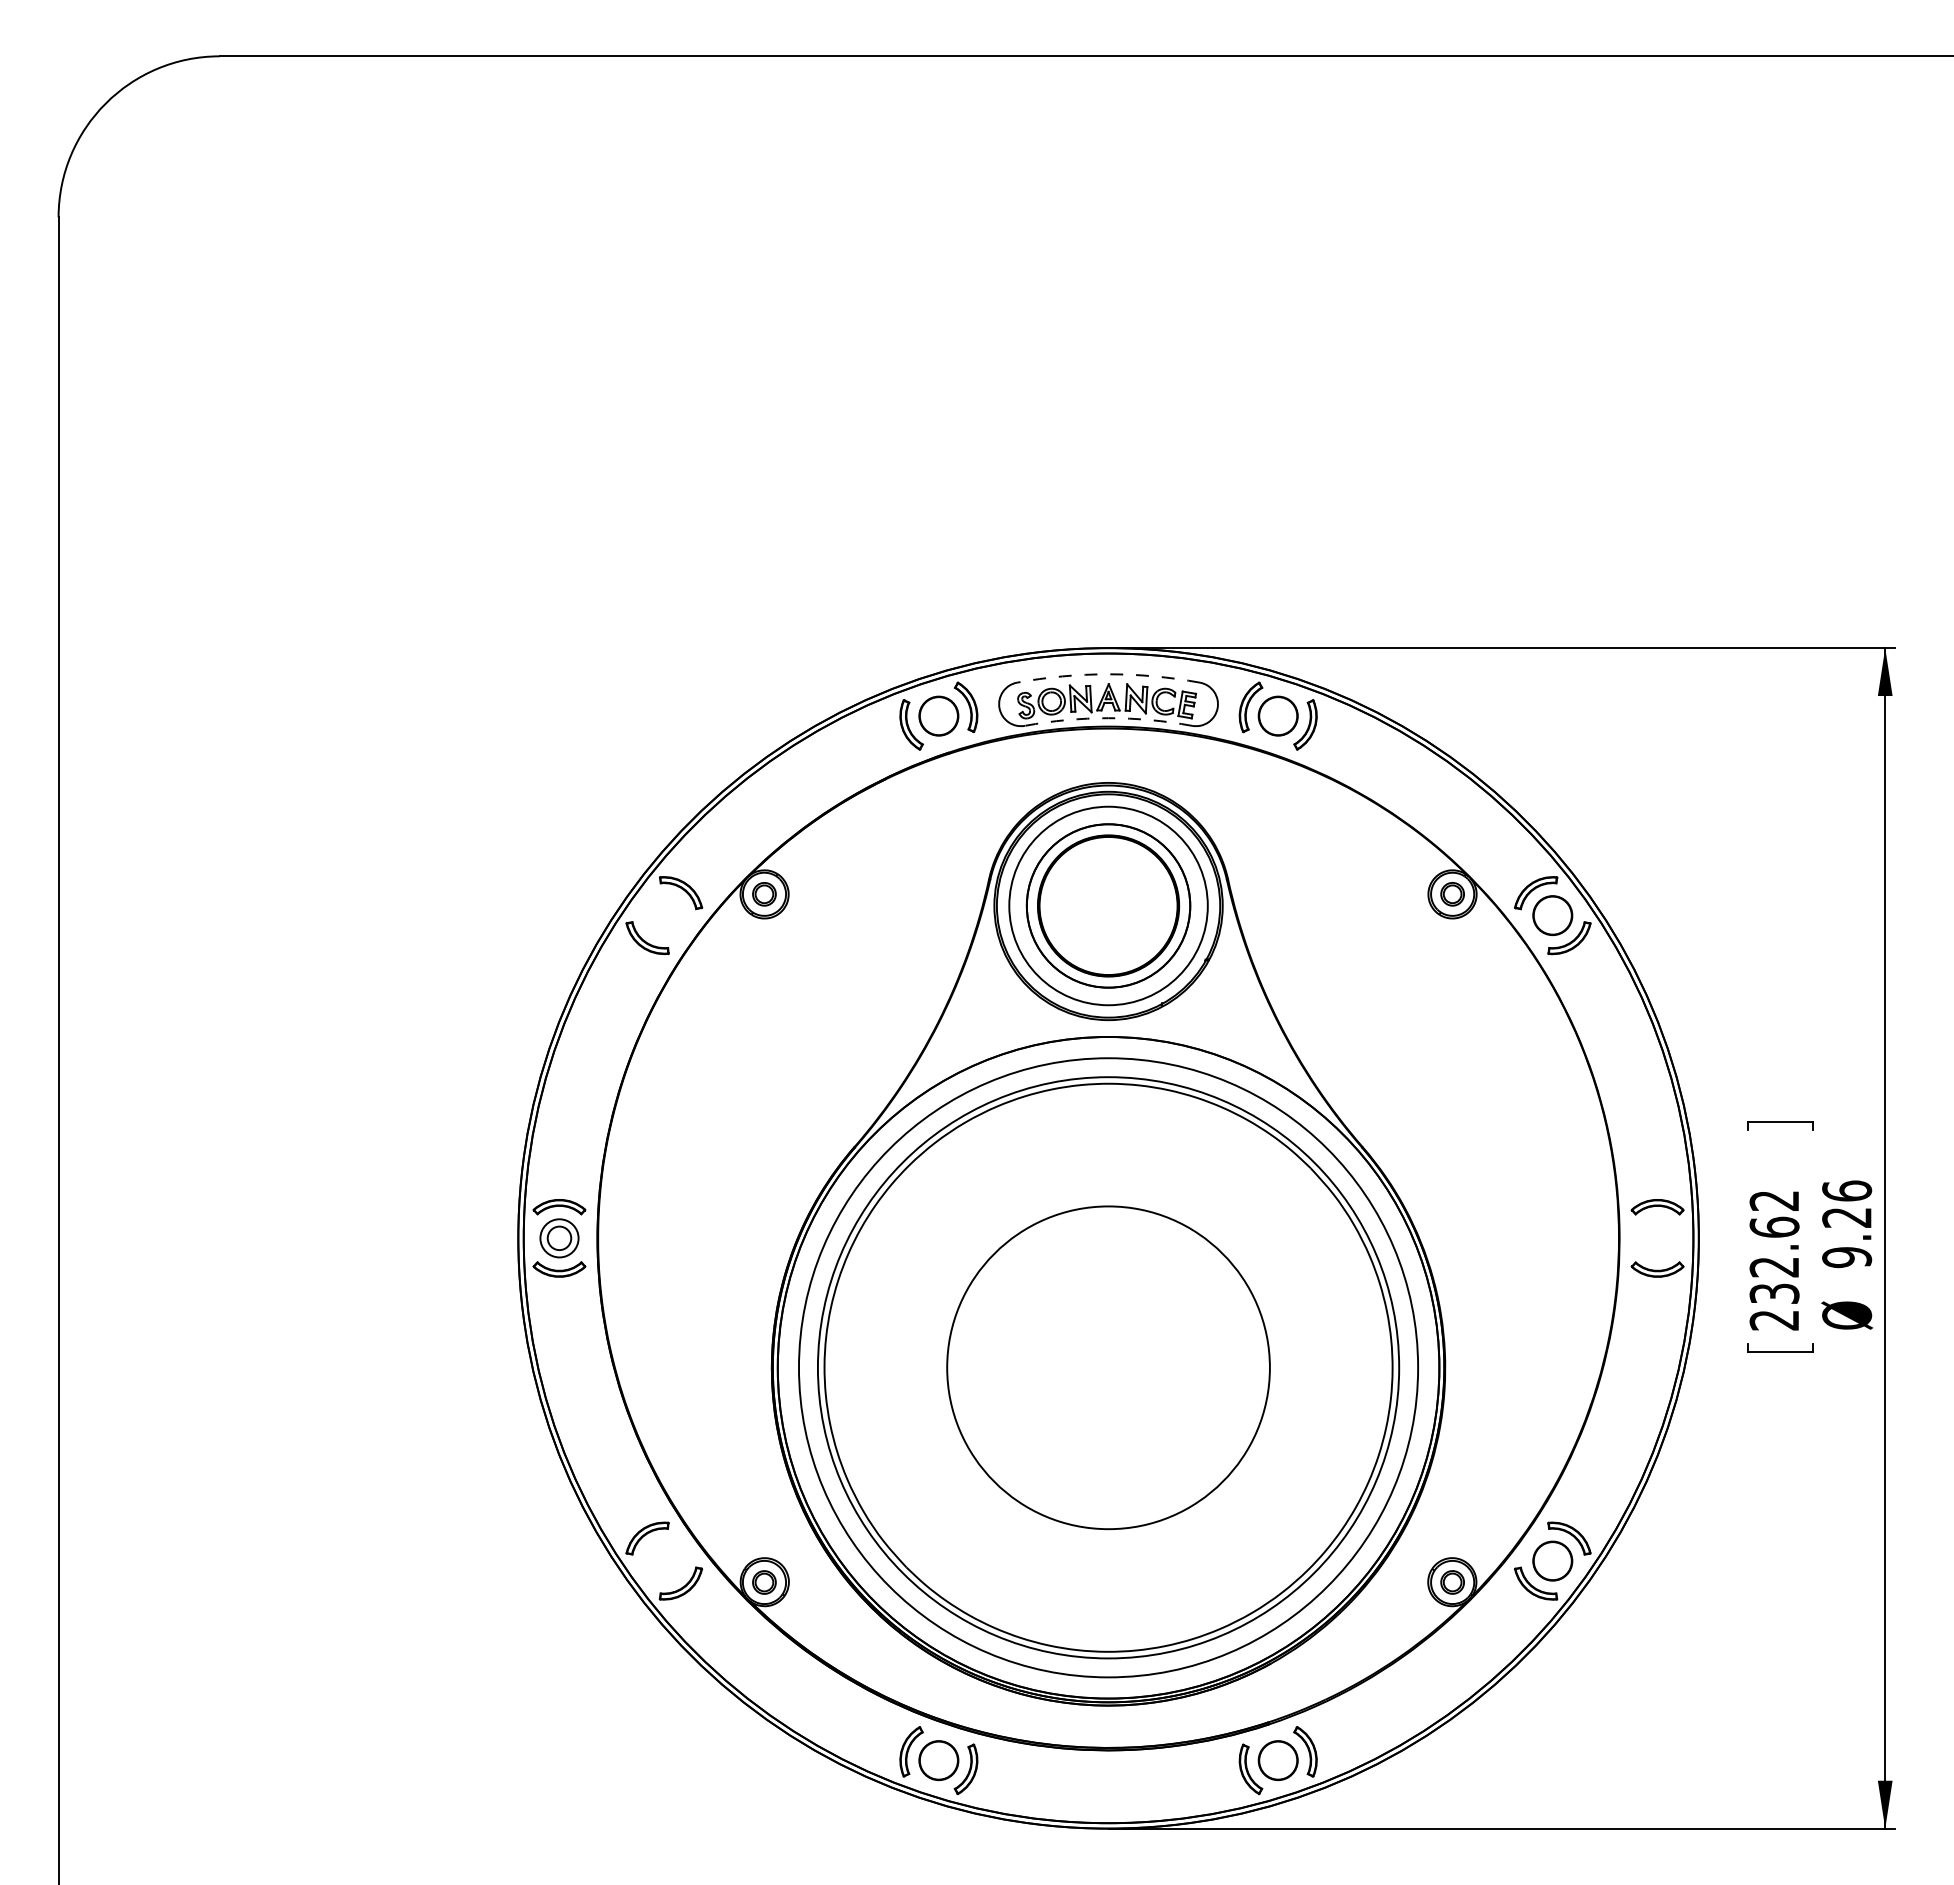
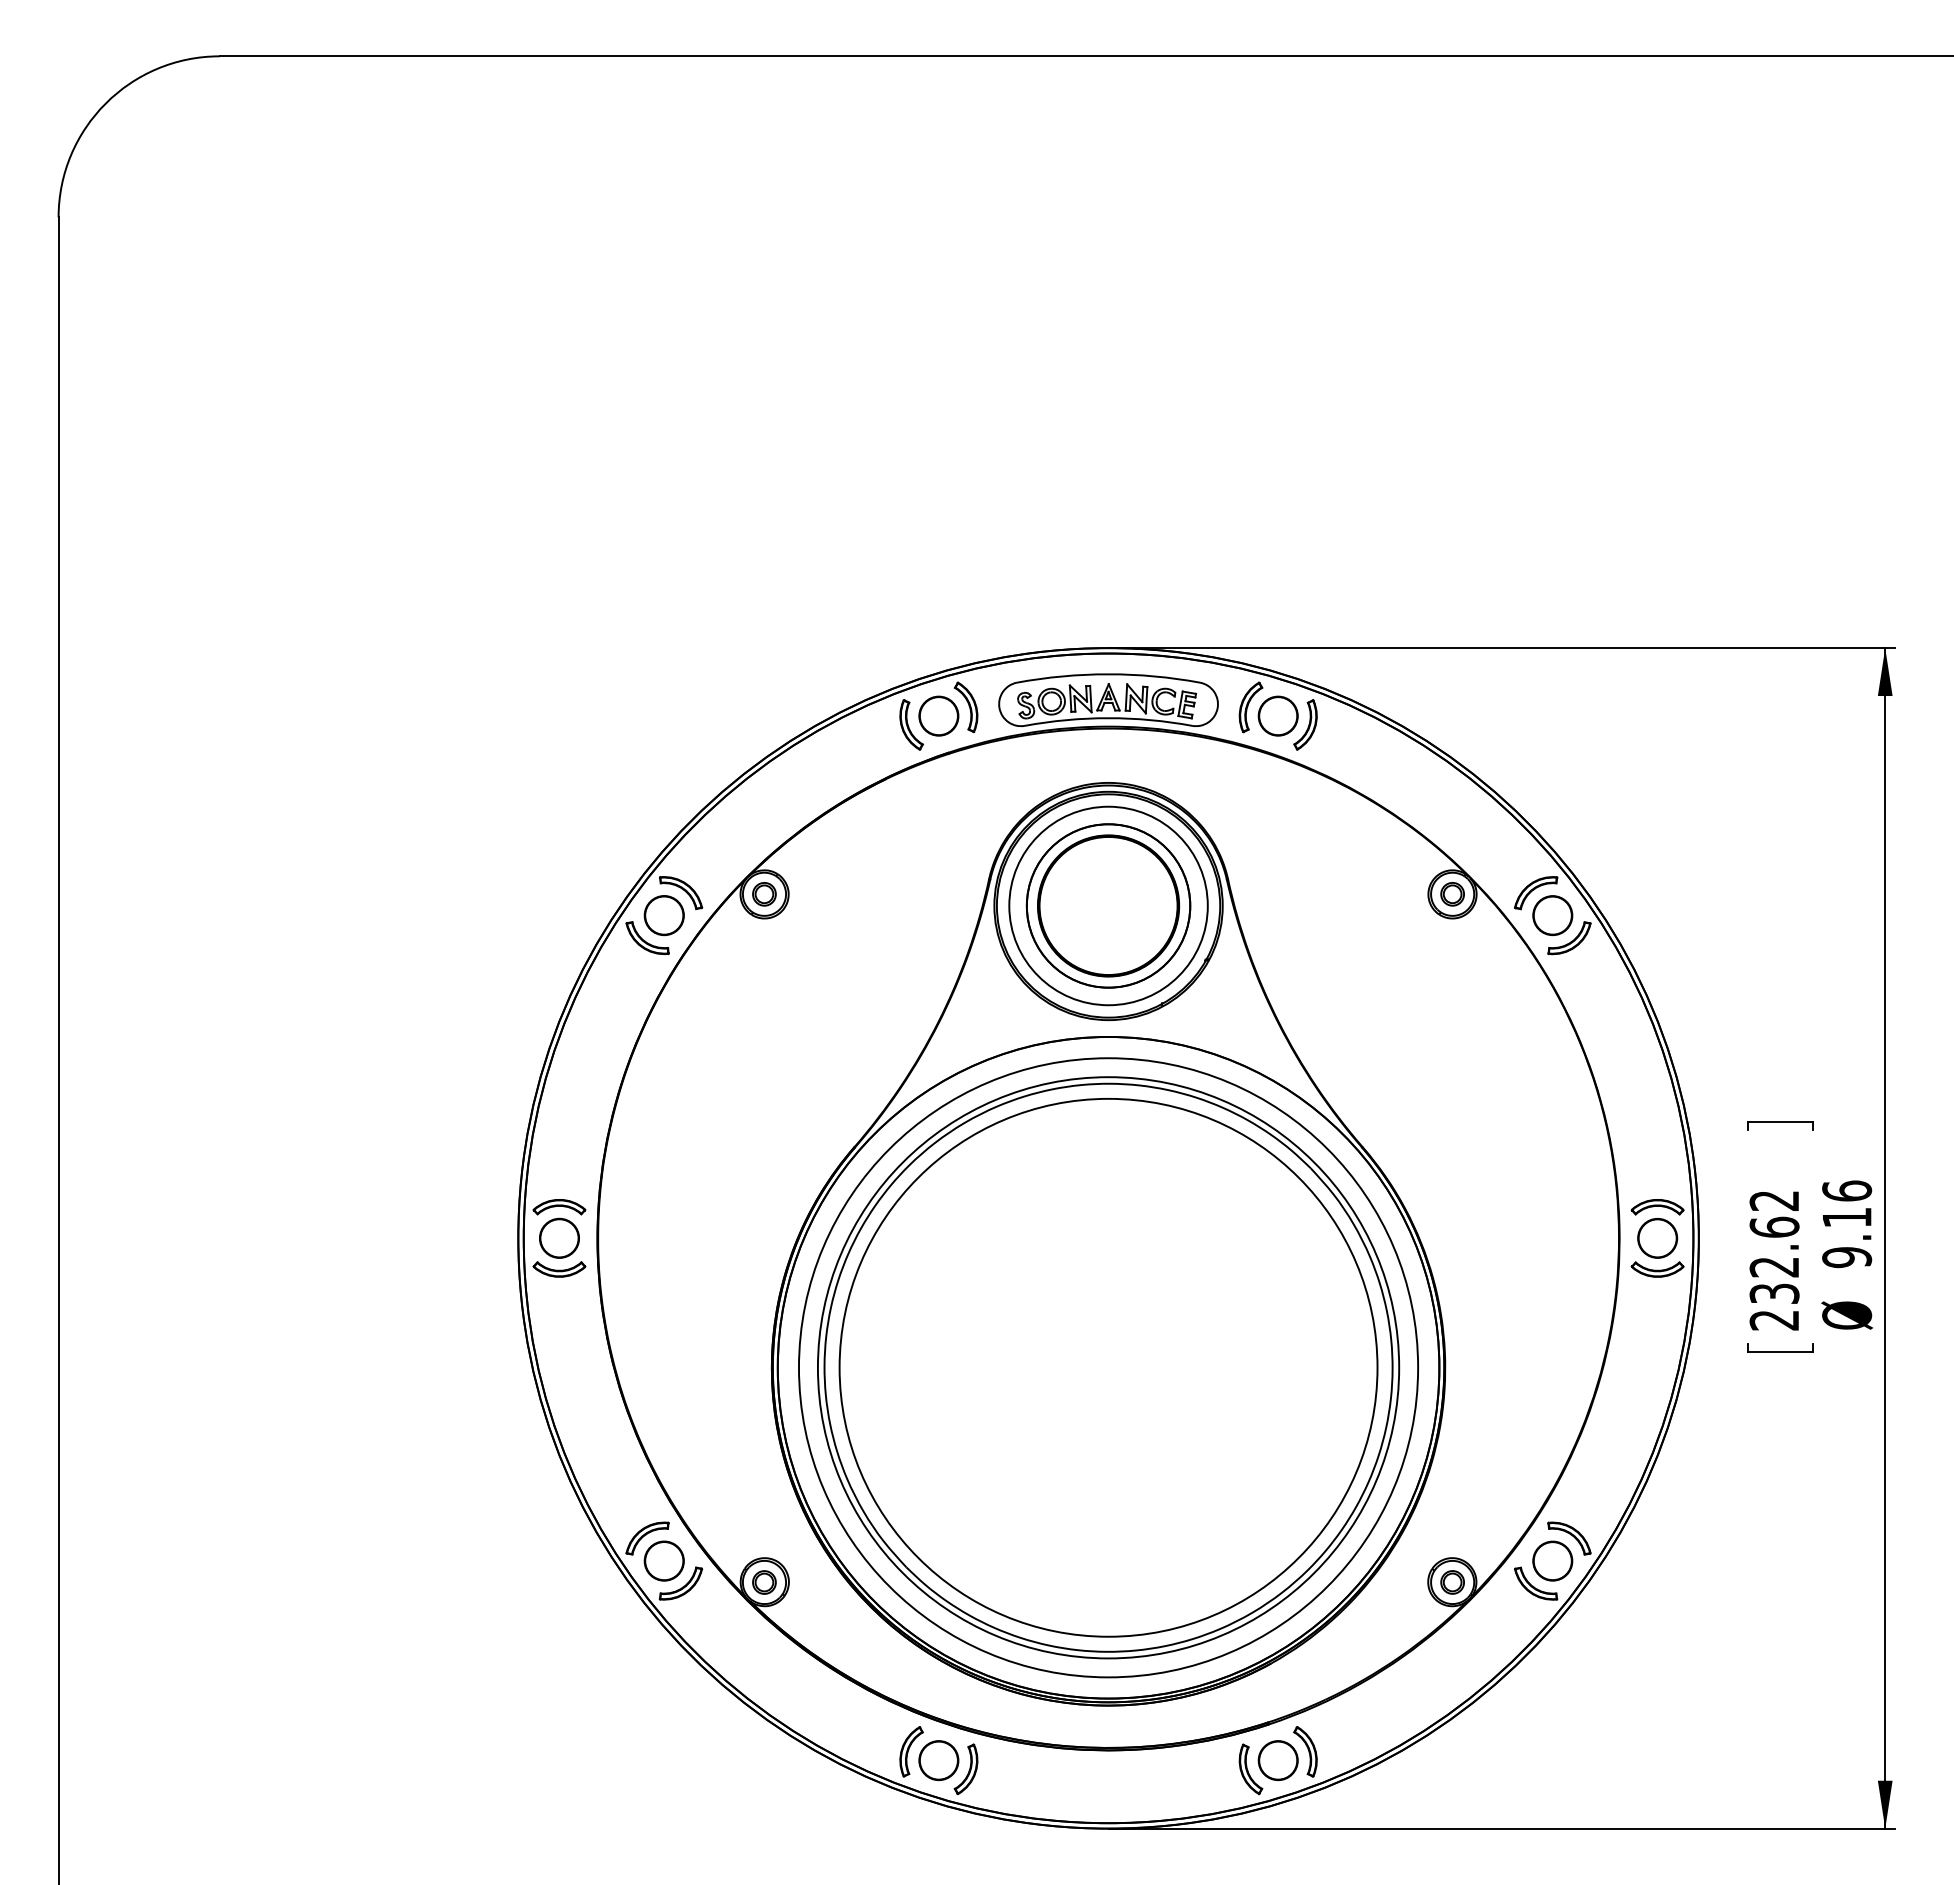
arc at (1108, 674): dashed -> solid
arc at (1108, 718): dashed -> solid
circle at (663, 915): none -> present
text at (1846, 1217): 9.26 -> 9.16
circle at (559, 1238) diameter: 24 px -> 39 px
circle at (1657, 1238): none -> present
circle at (1108, 1367) diameter: 323 px -> 538 px
circle at (663, 1560): none -> present
